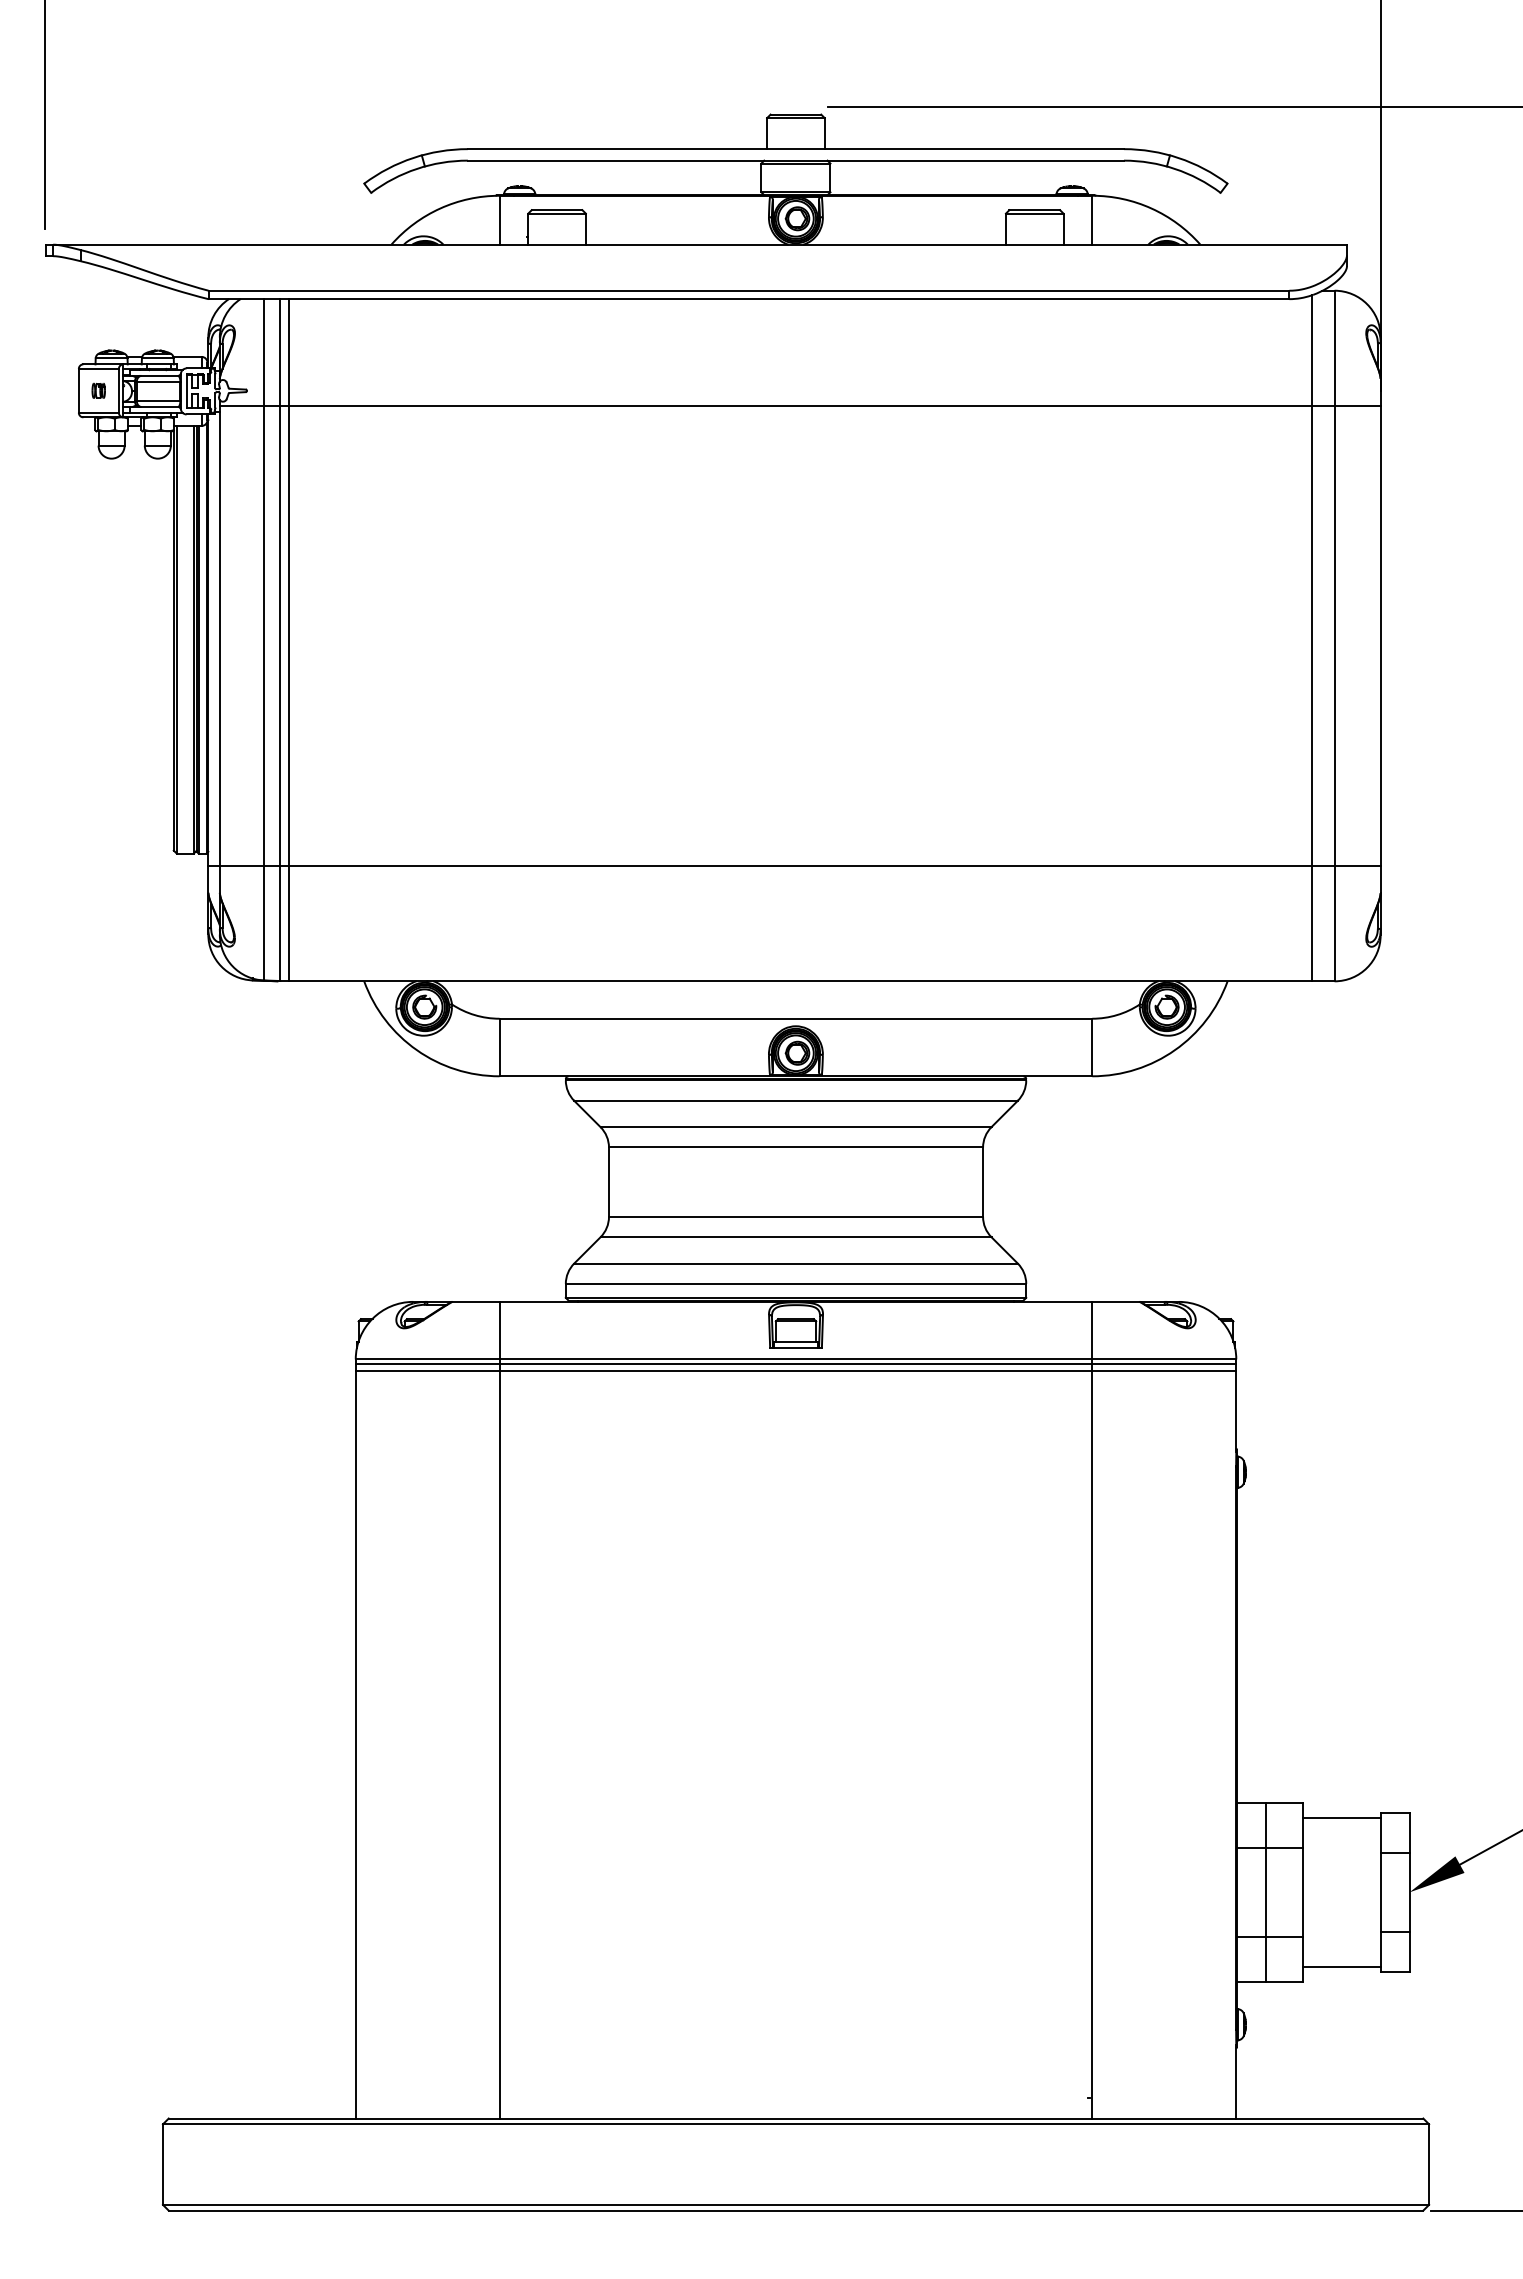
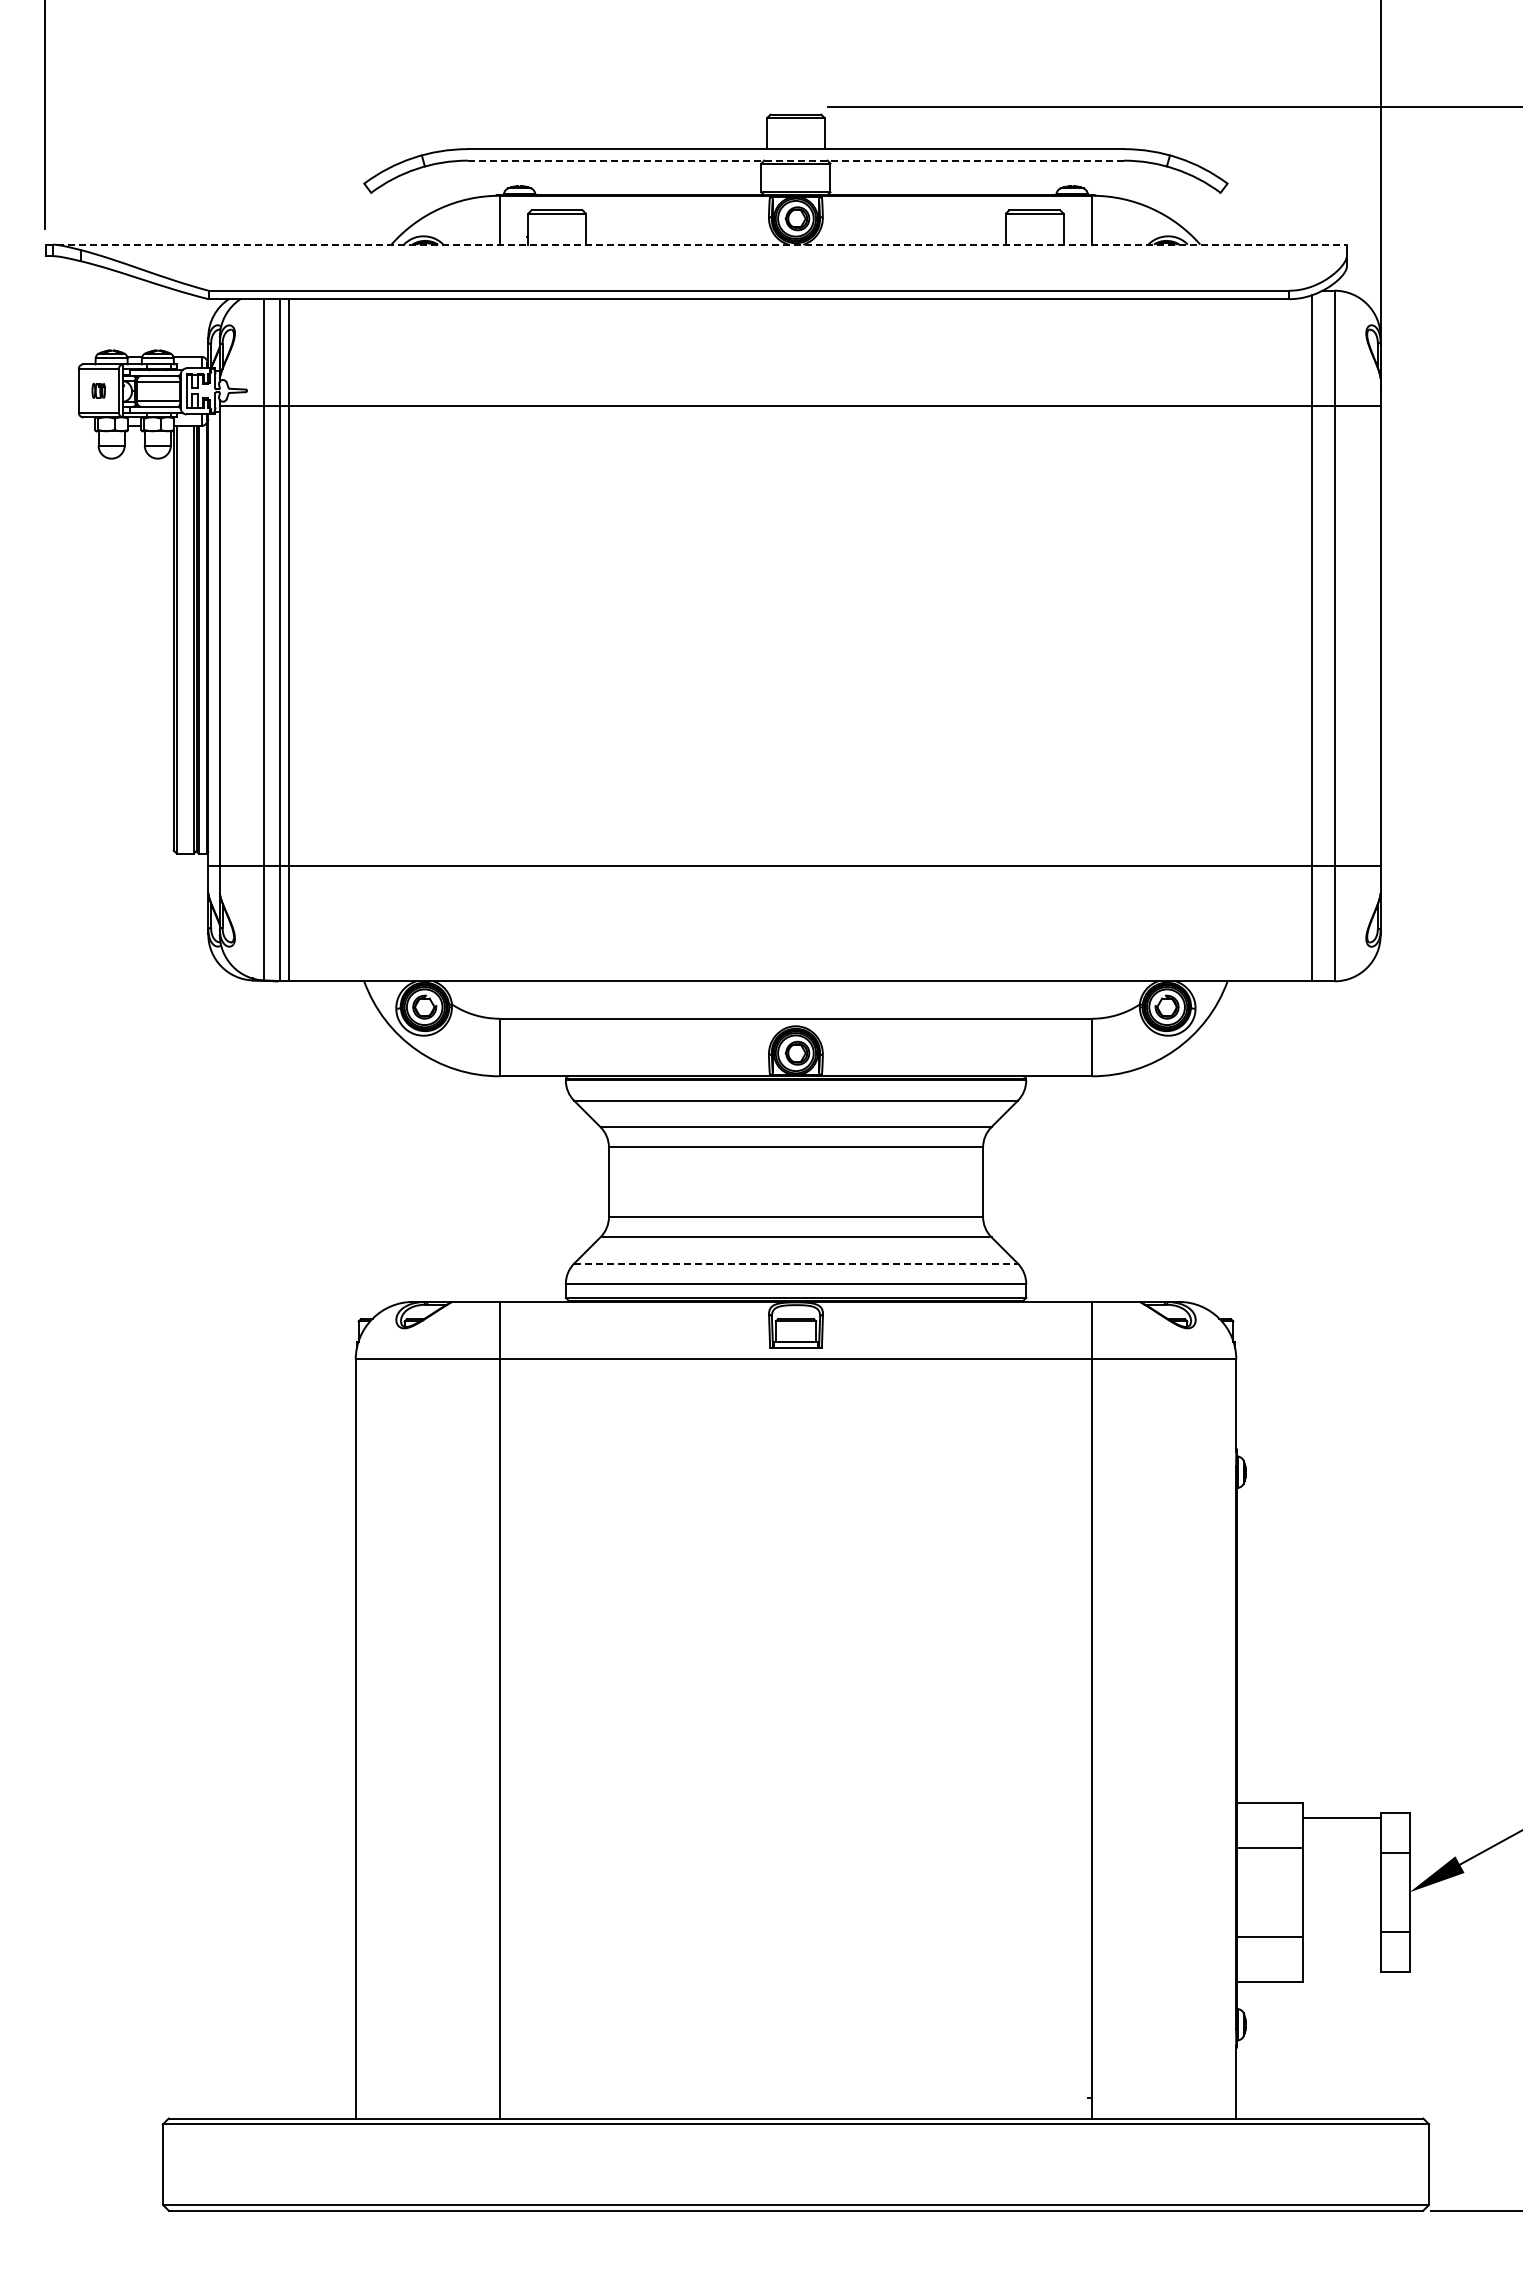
line at (795, 160): solid -> dashed
line at (697, 244): solid -> dashed
line at (796, 1263): solid -> dashed
line at (795, 1364): present -> none
line at (795, 1370): present -> none
line at (1265, 1892): present -> none
line at (1341, 1967): present -> none
